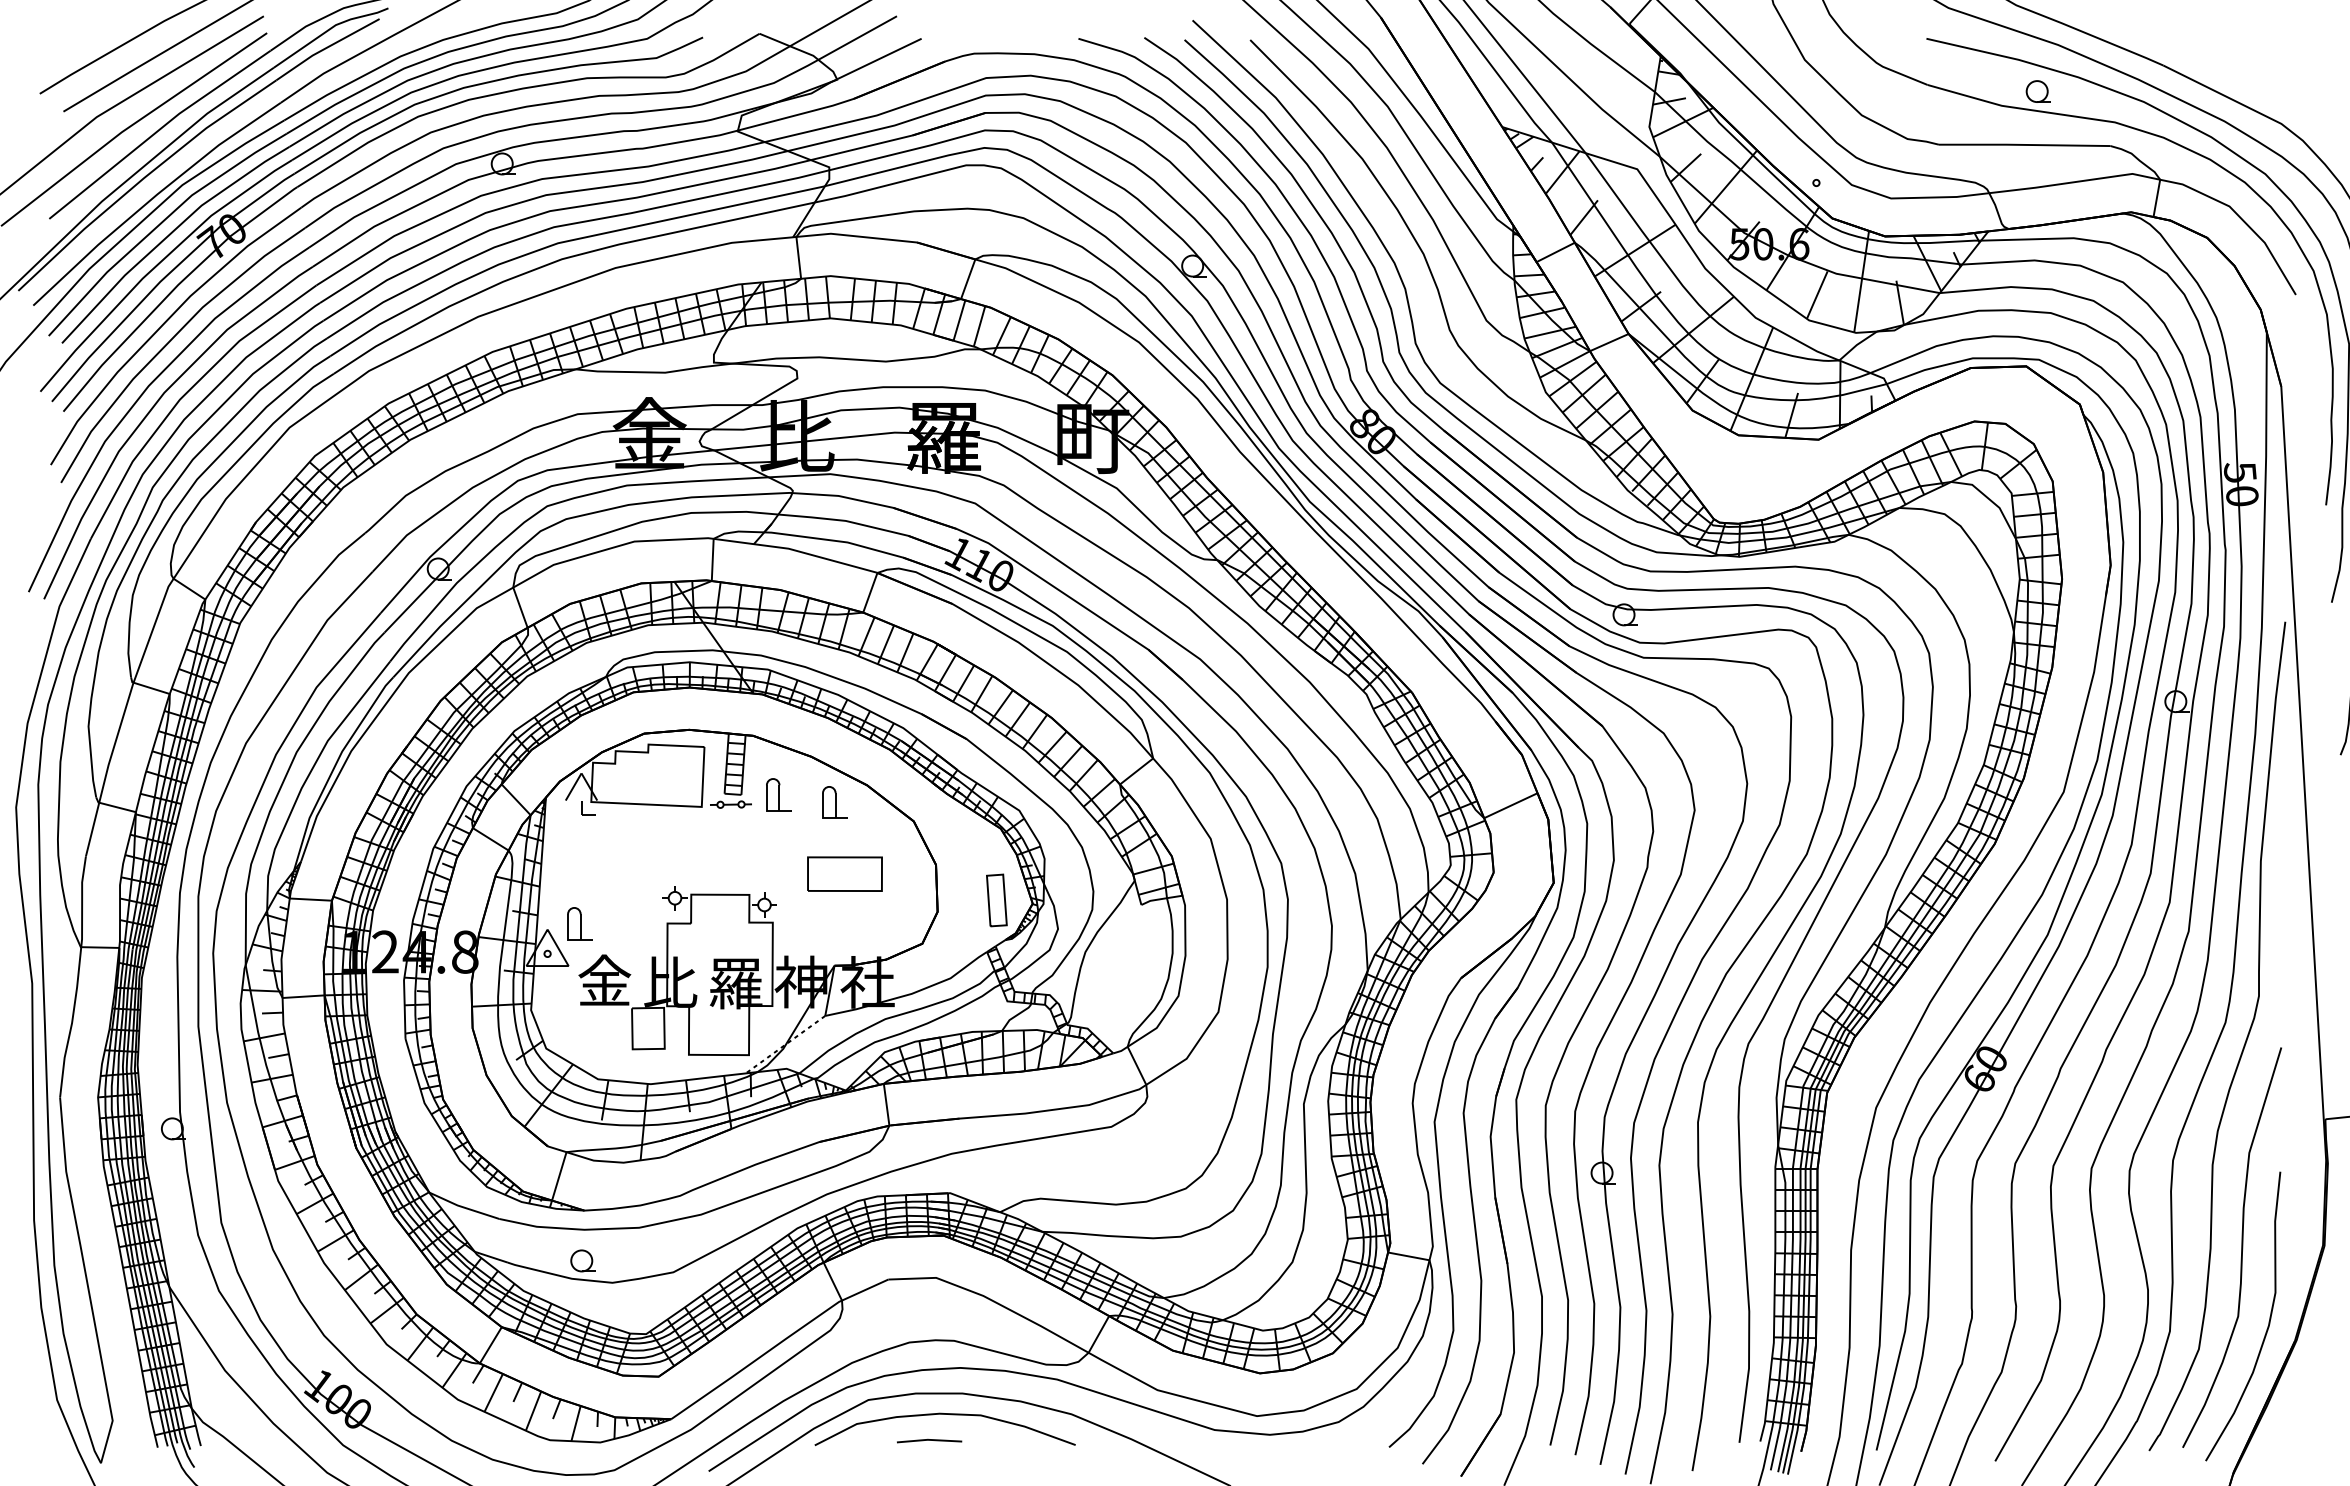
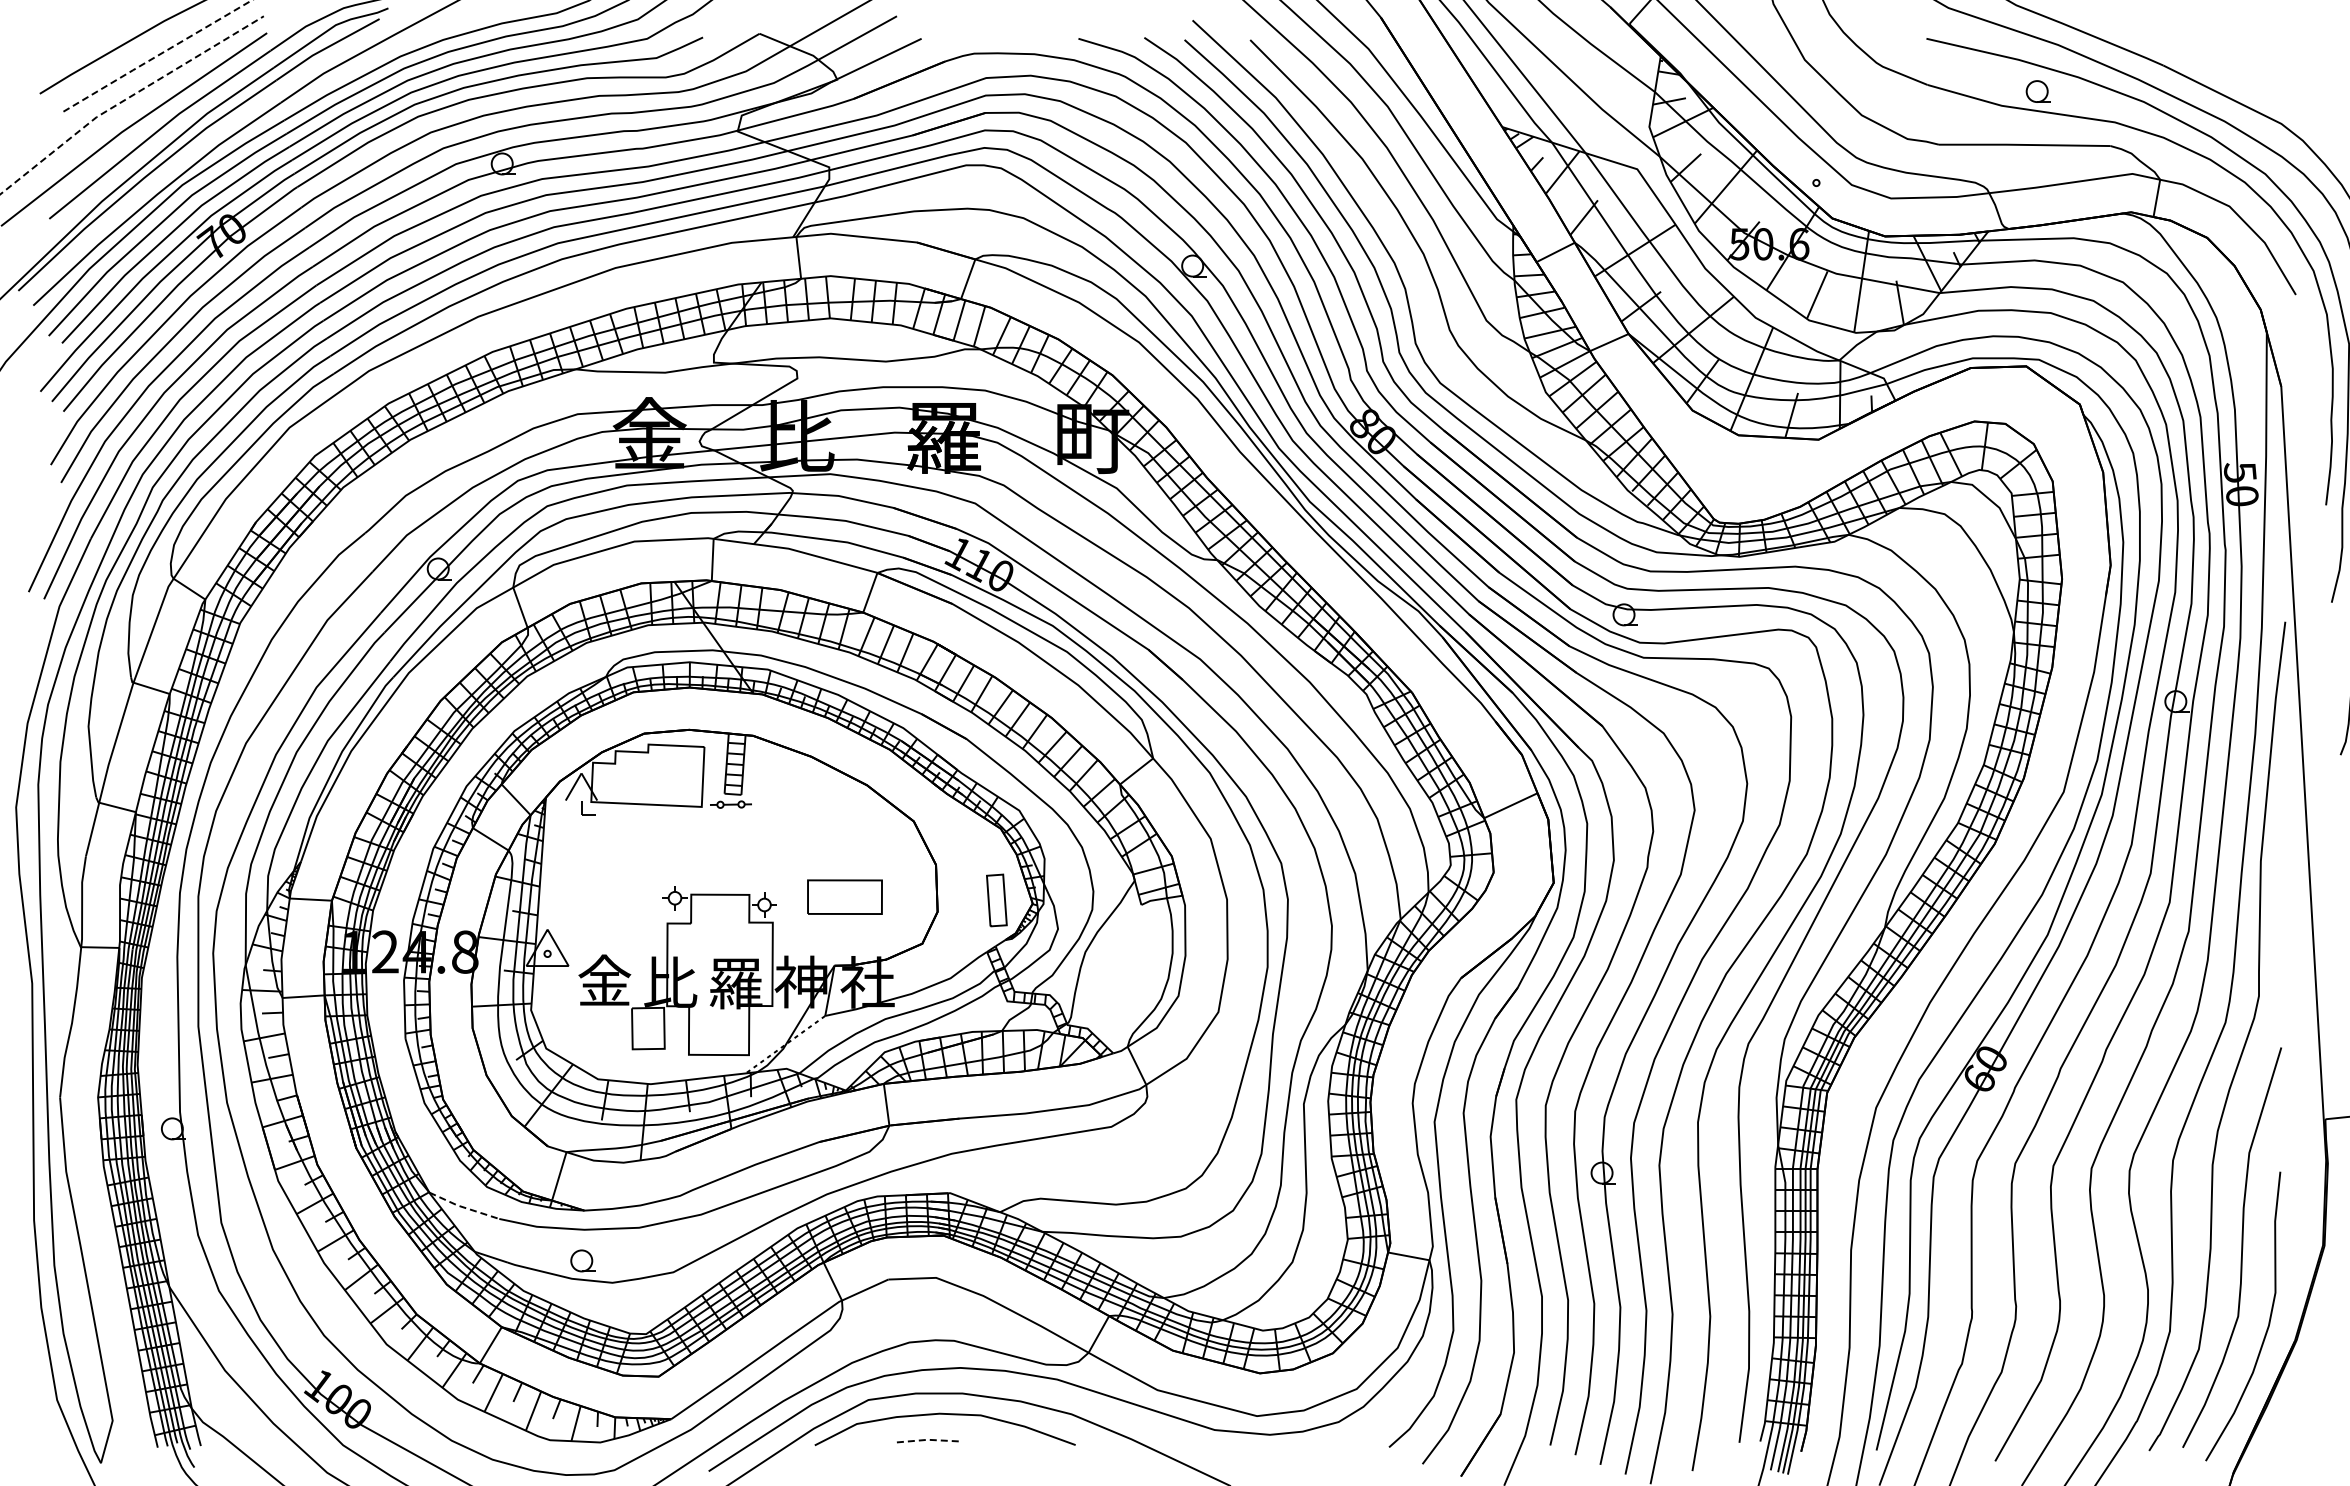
line at (157, 55): solid -> dashed
line at (127, 98): solid -> dashed
part at (778, 794): present -> none
part at (834, 802): present -> none
part at (844, 873) position: (844, 873) -> (844, 896)
part at (579, 923): present -> none
line at (463, 1207): solid -> dashed
line at (929, 1439): solid -> dashed
